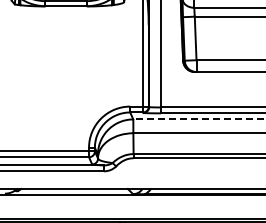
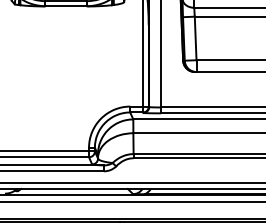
line at (199, 119): dashed -> solid
line at (132, 183): none -> present
line at (132, 202): none -> present
